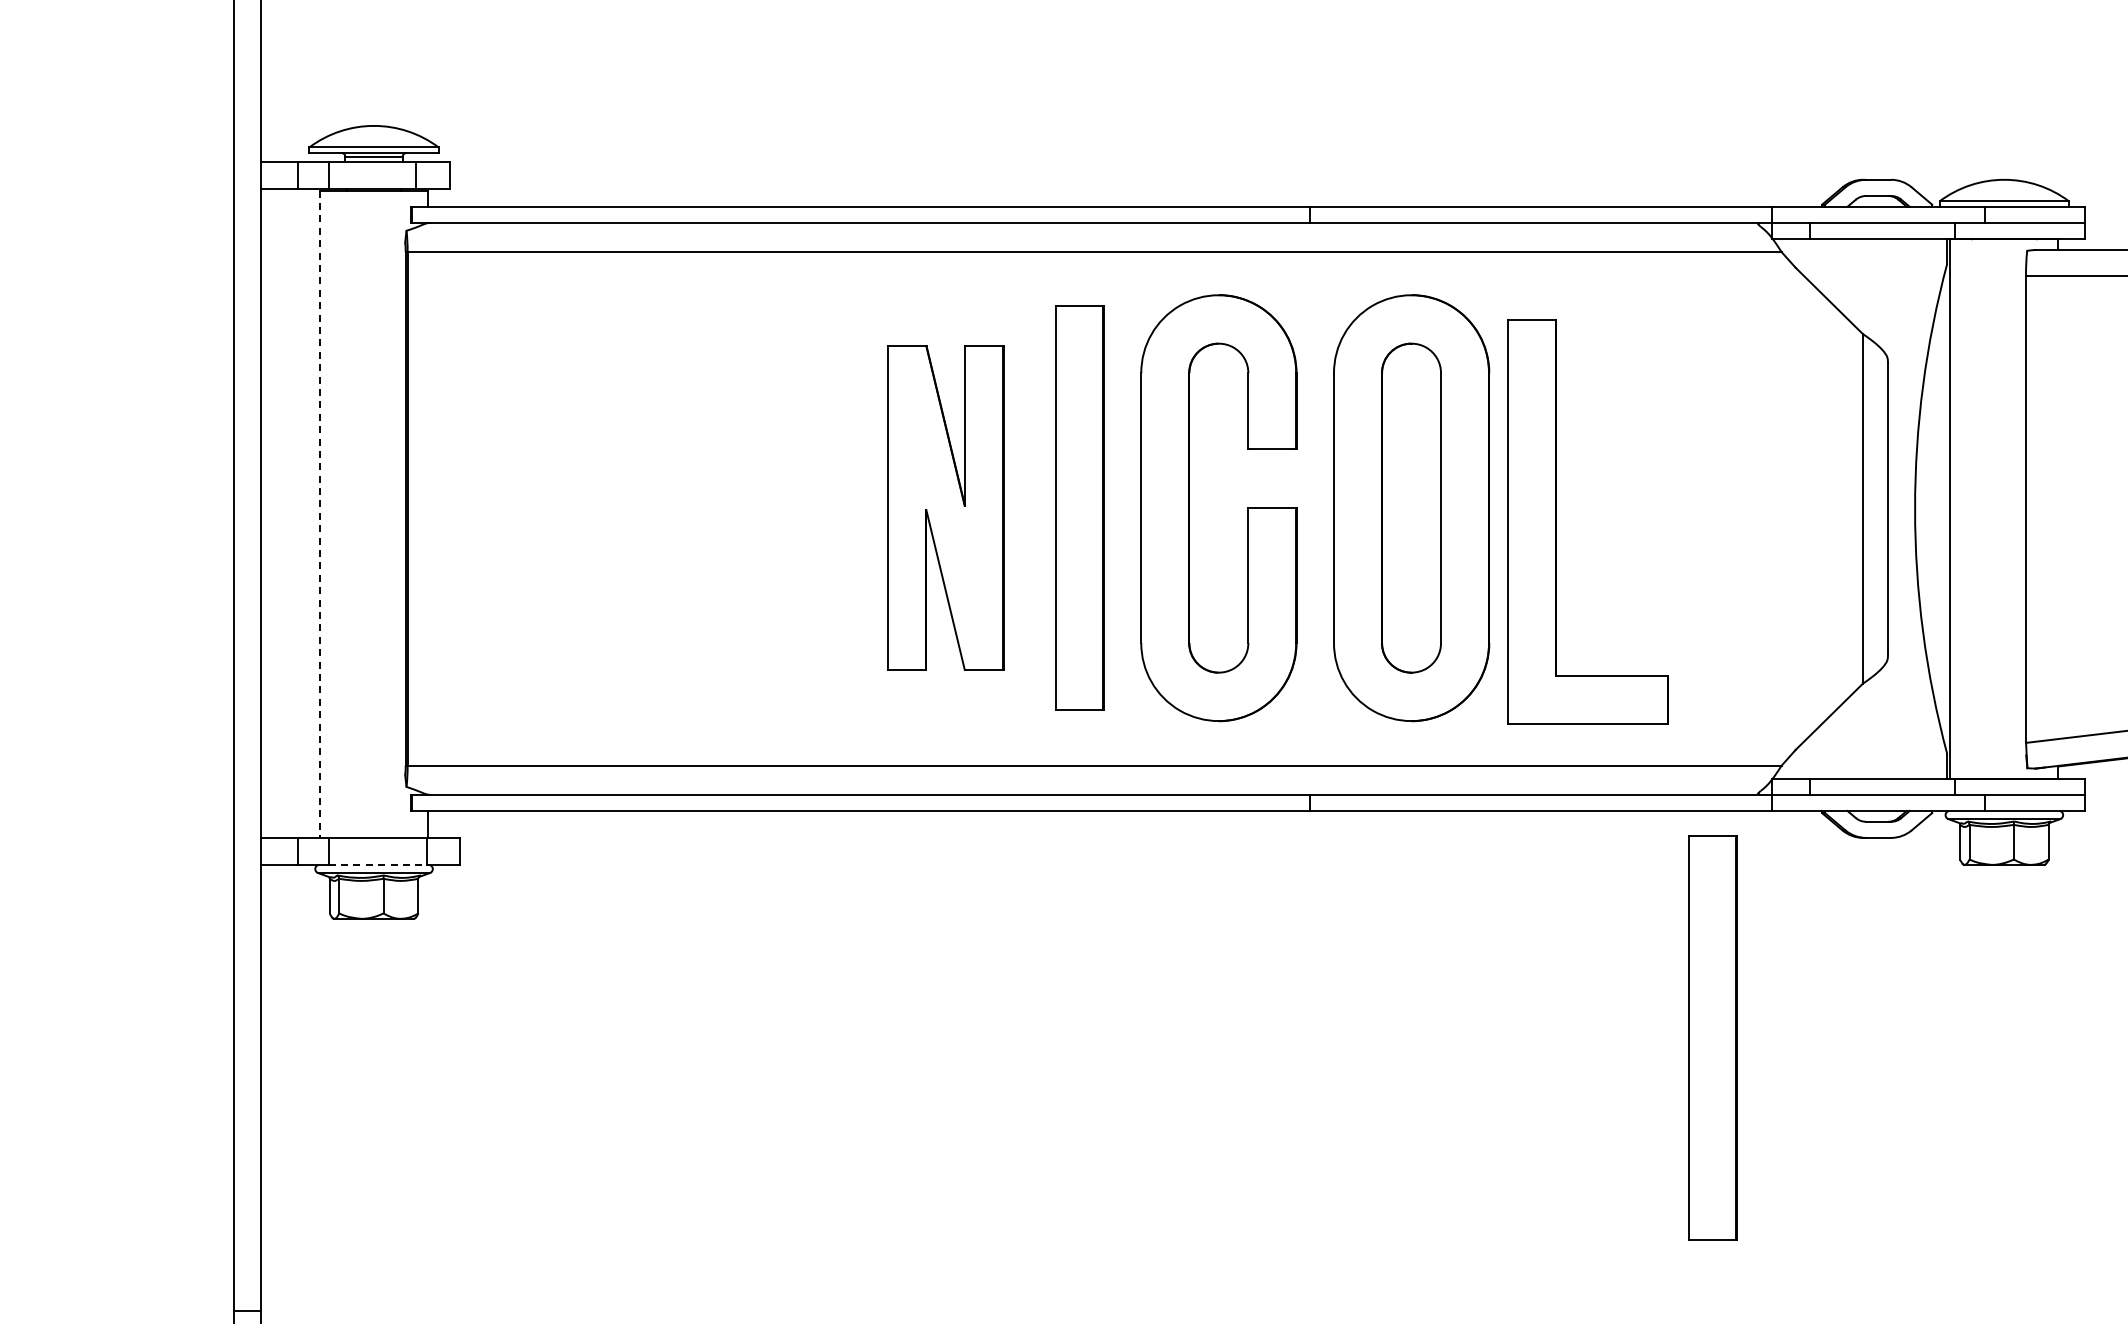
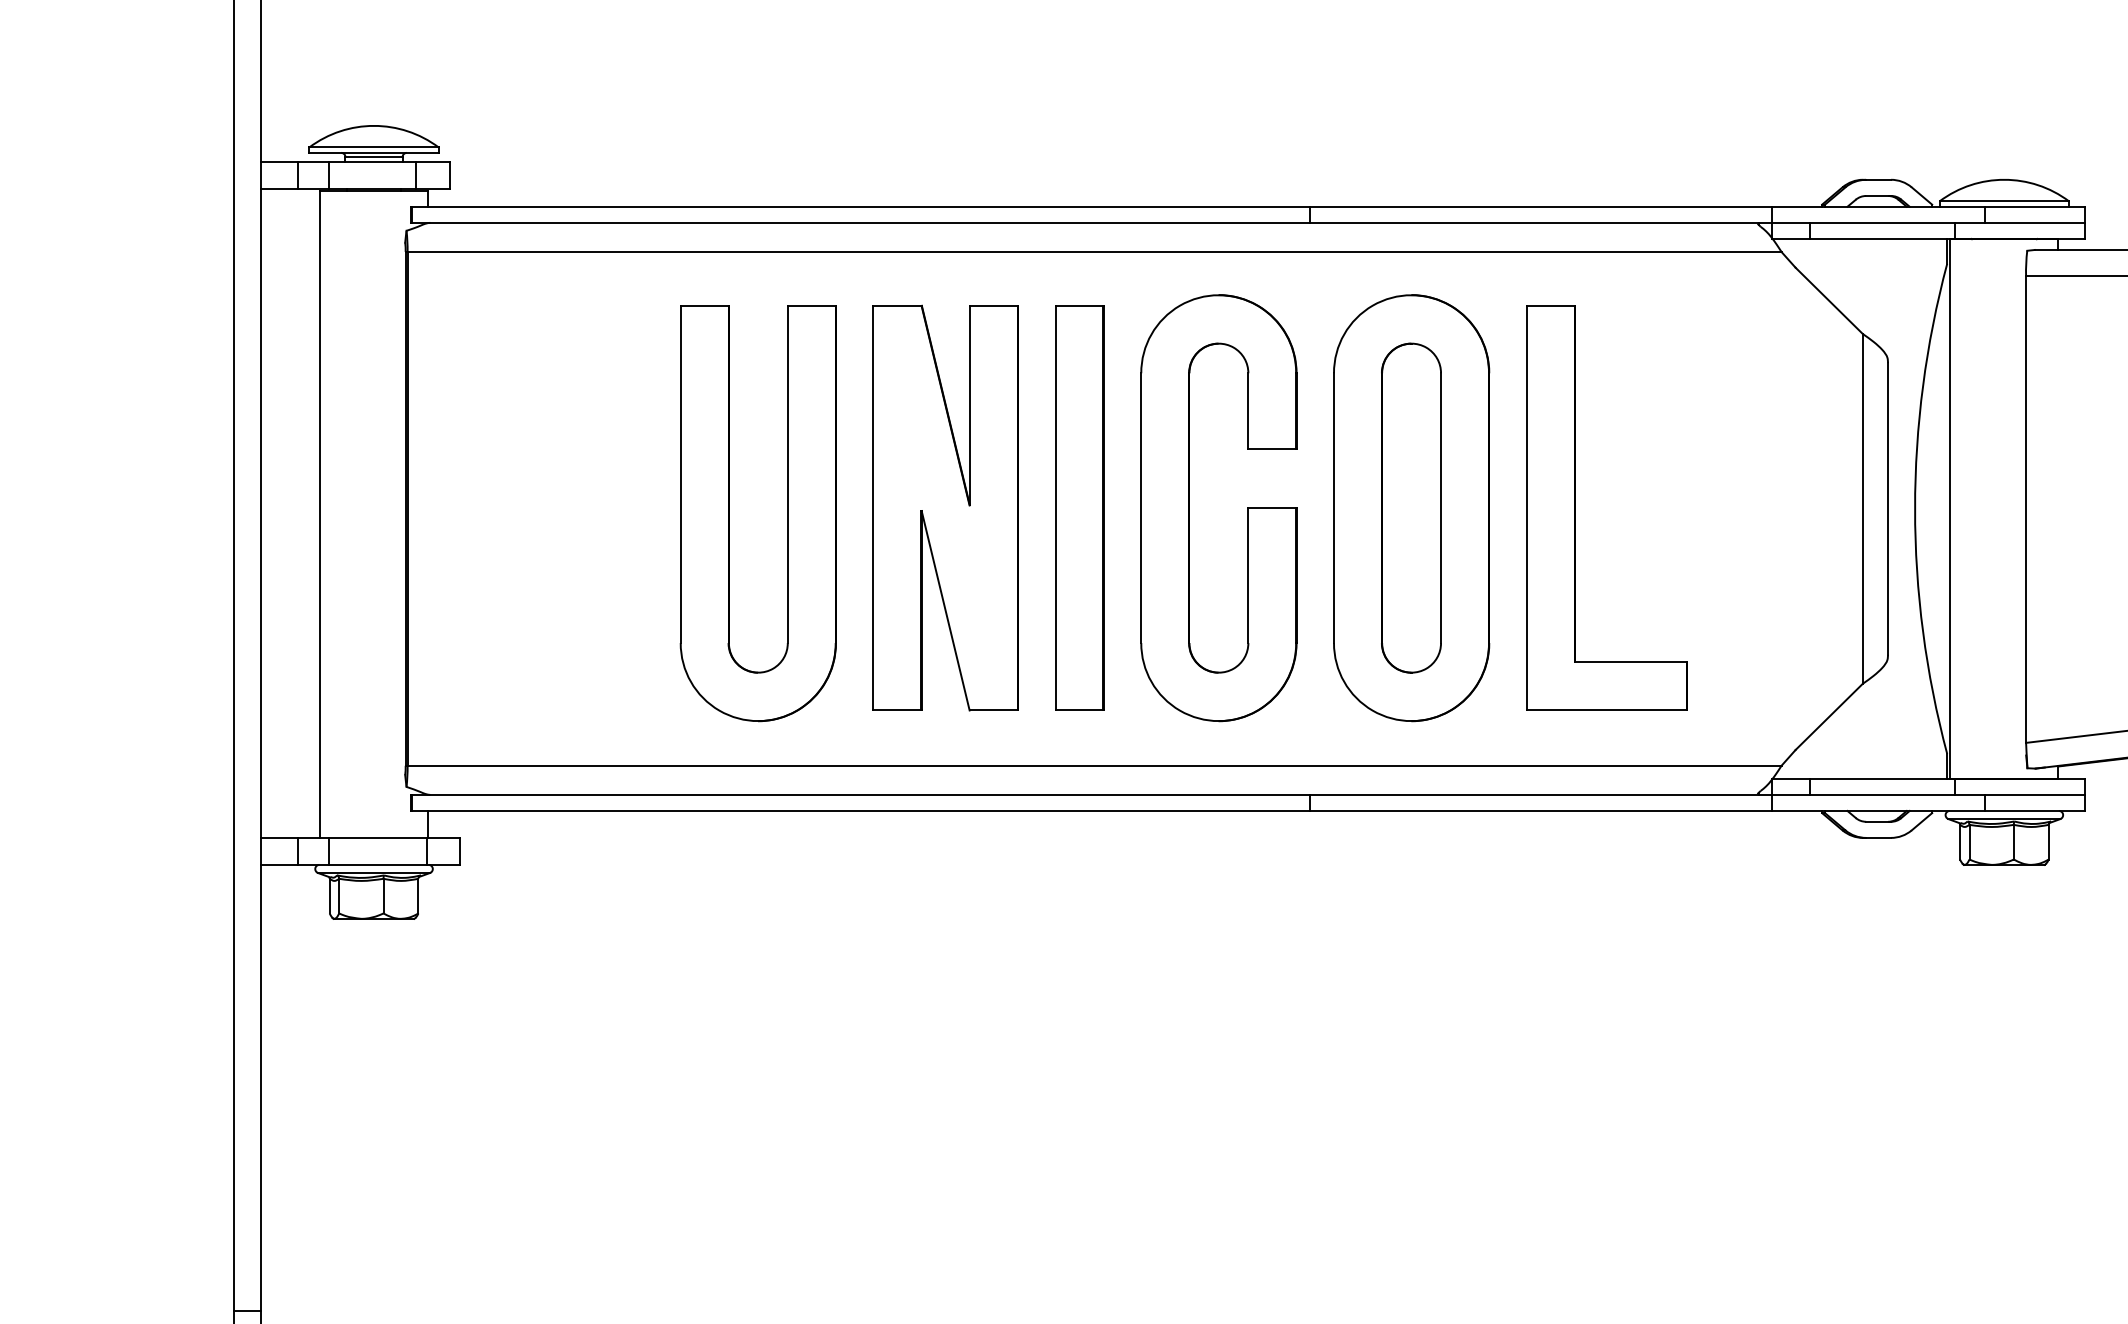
part at (945, 507) size: 118x326 px -> 147x408 px
part at (729, 513): none -> present
line at (320, 514): dashed -> solid
part at (1556, 521) position: (1556, 521) -> (1575, 507)
line at (378, 864): dashed -> solid
part at (1712, 1037): present -> none
